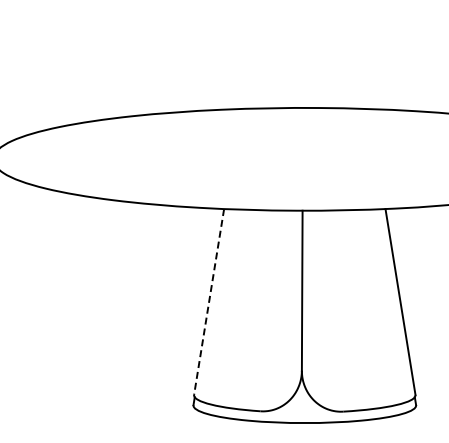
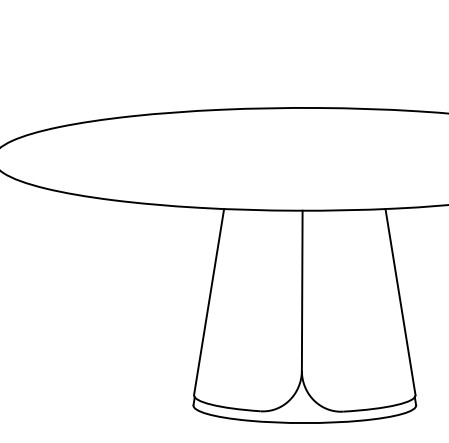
line at (209, 302): dashed -> solid
